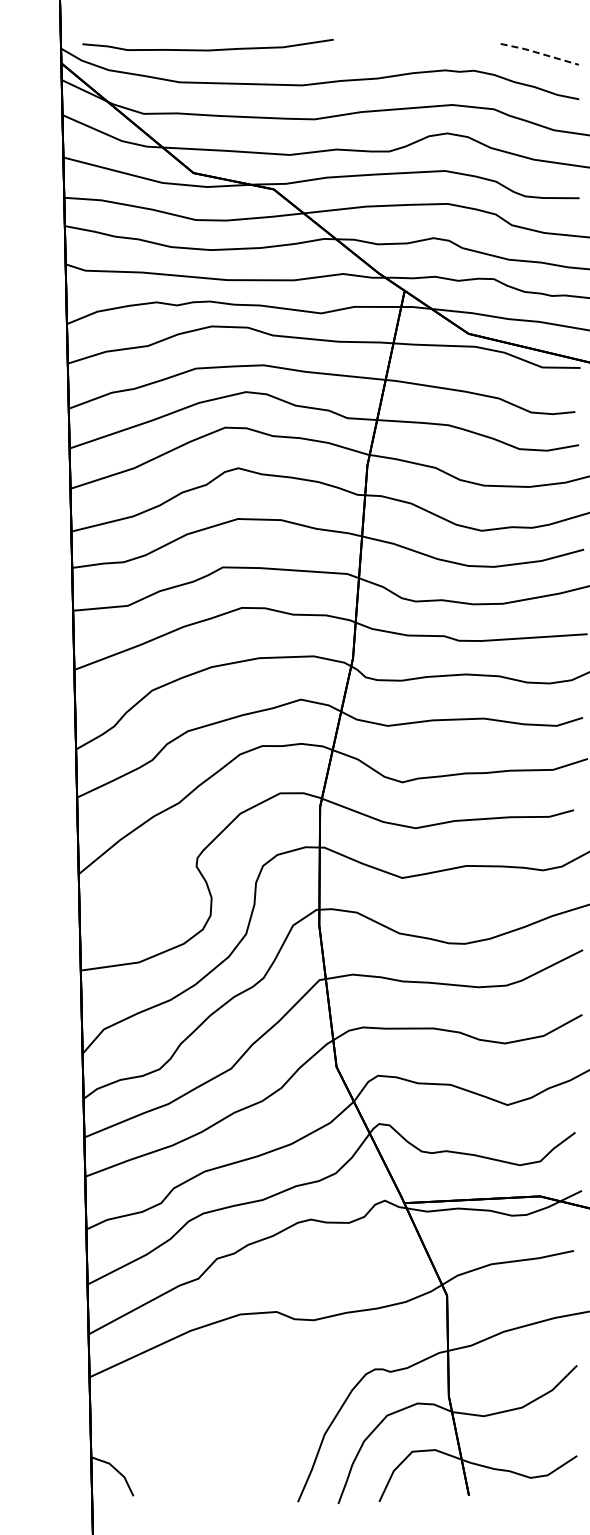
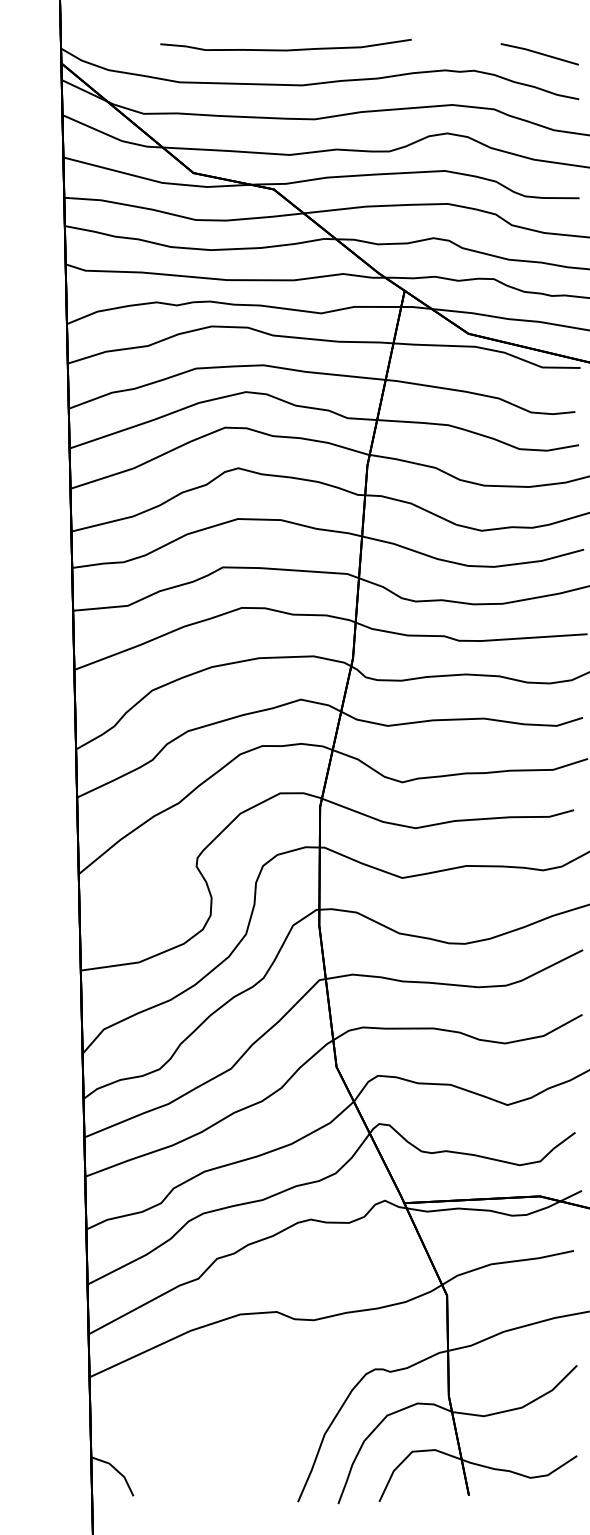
curve at (207, 49) position: (207, 49) -> (285, 49)
line at (539, 53): dashed -> solid
